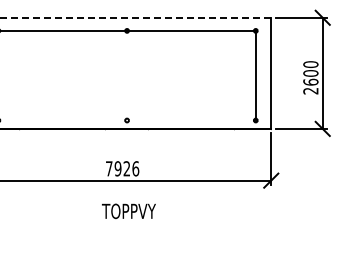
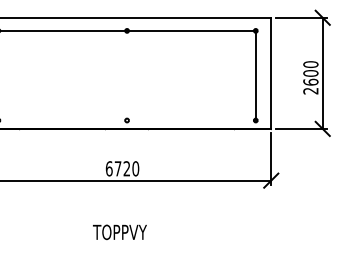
line at (135, 17): dashed -> solid
text at (122, 168): 7926 -> 6720
text at (128, 211) position: (128, 211) -> (119, 232)
